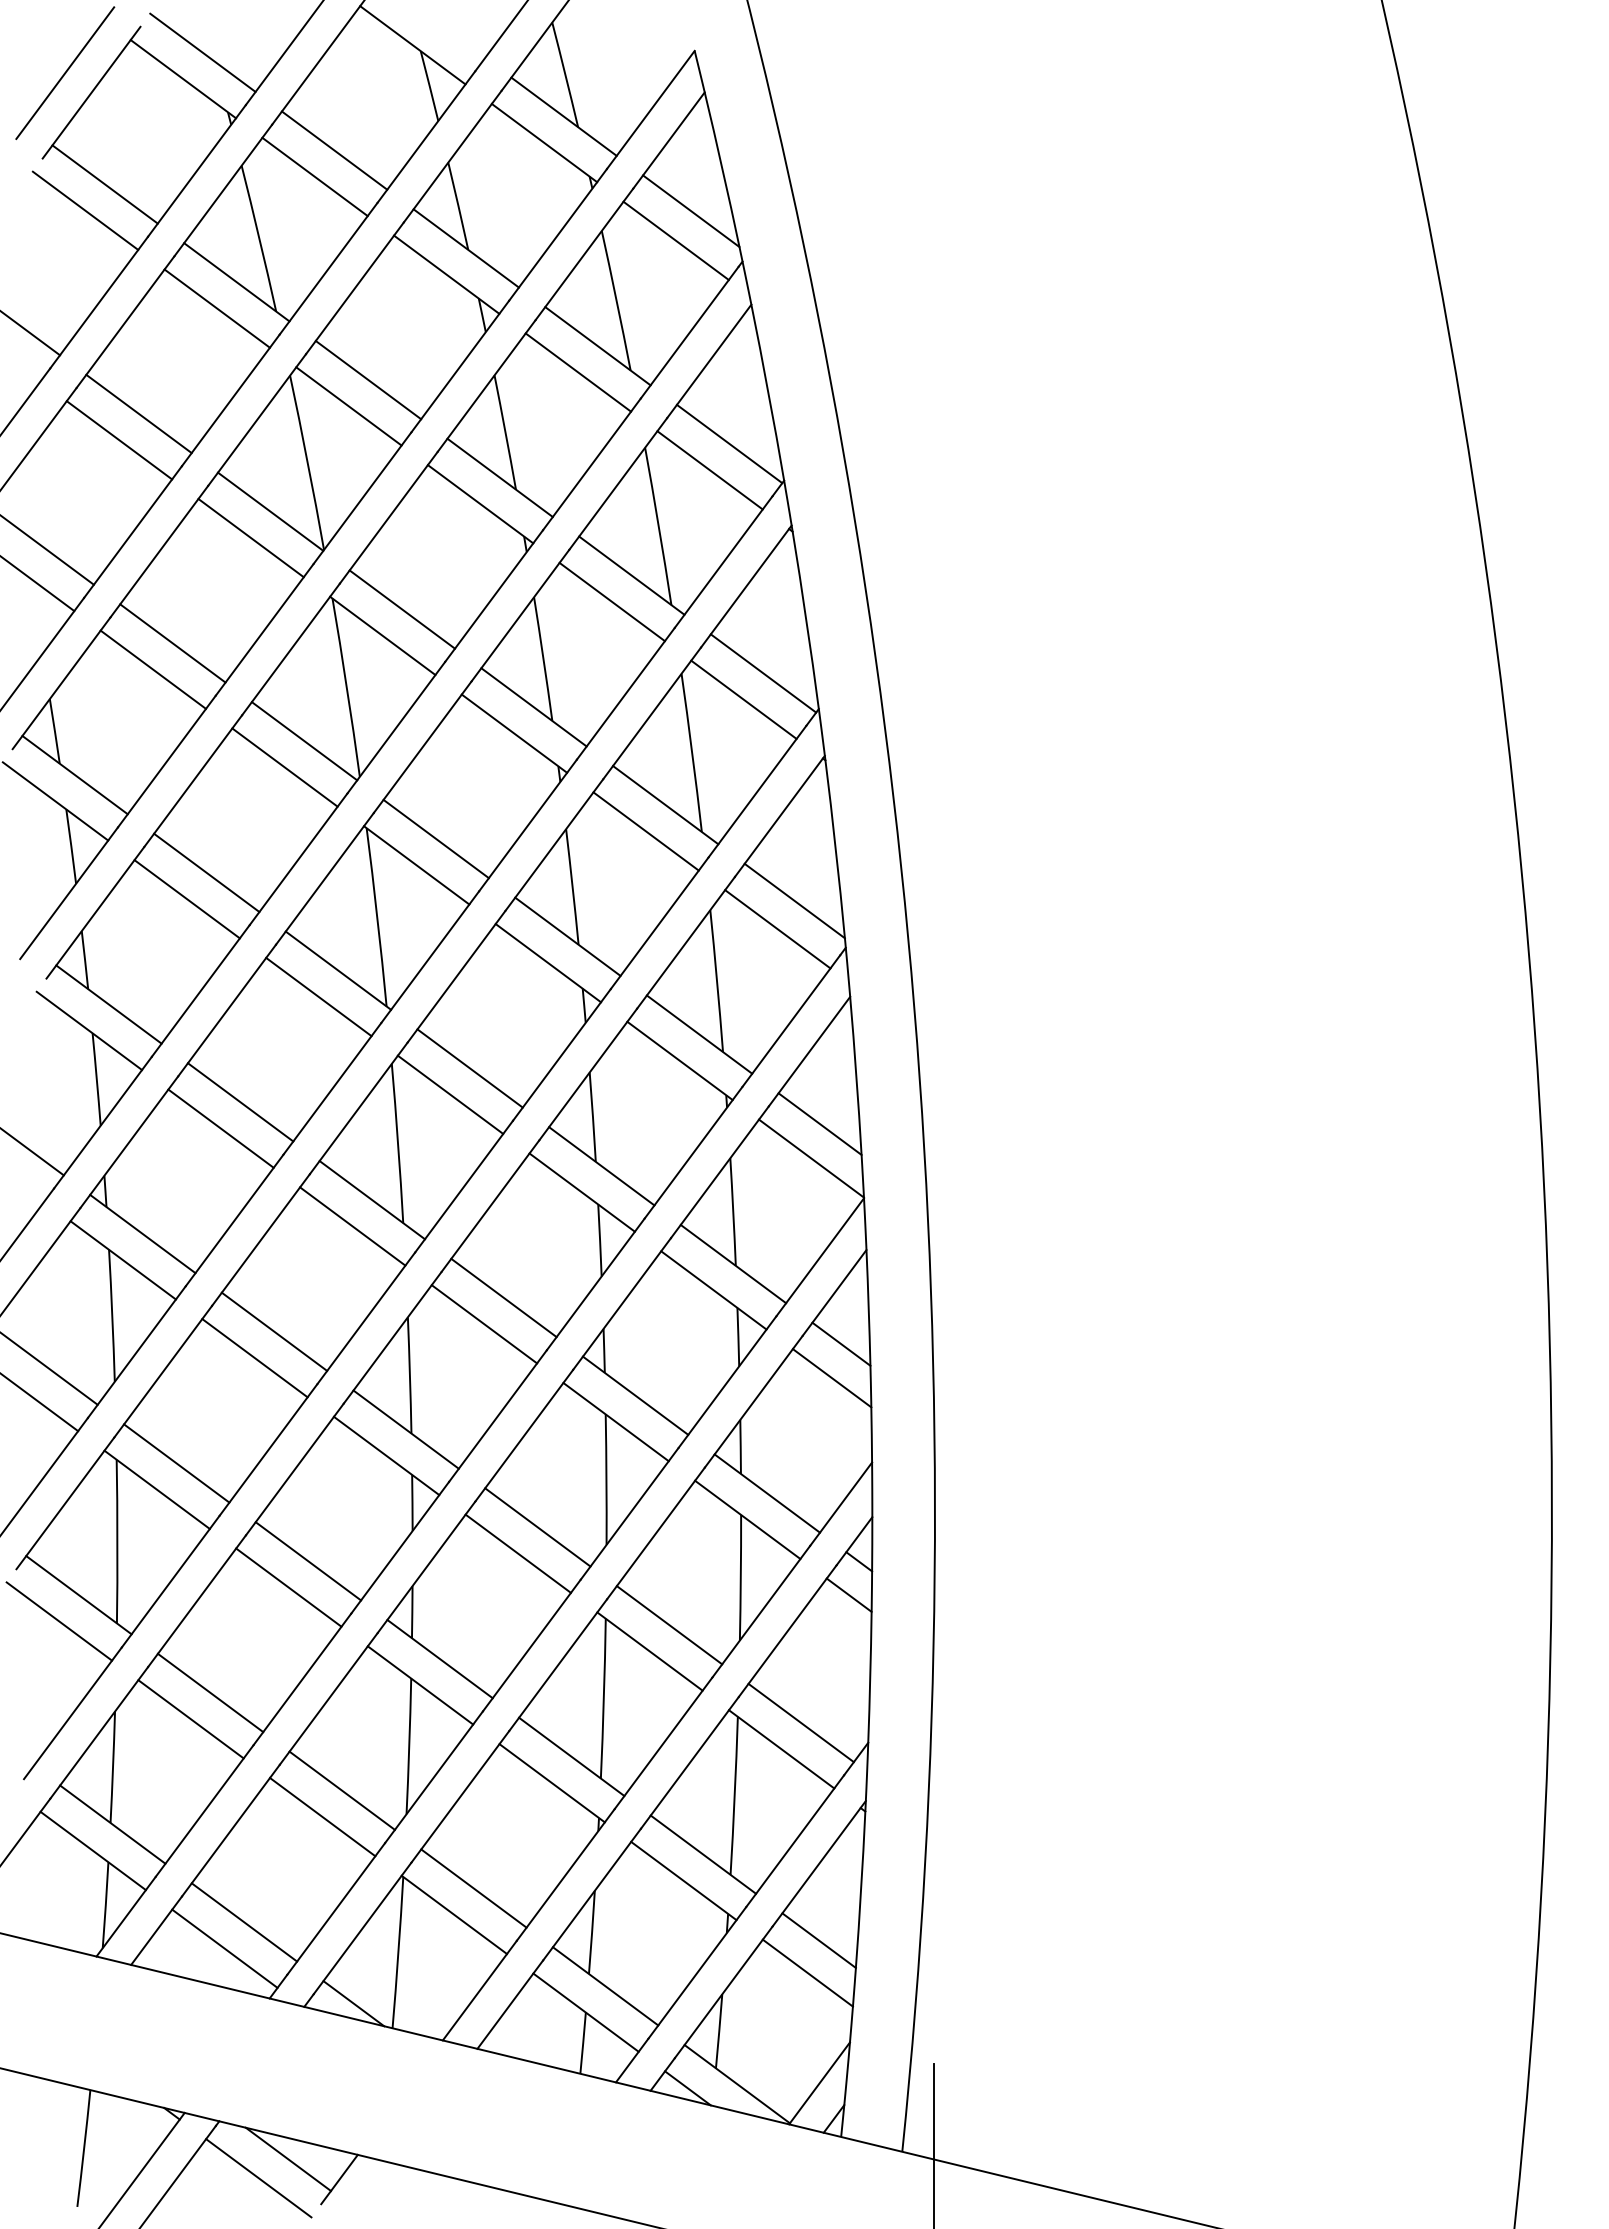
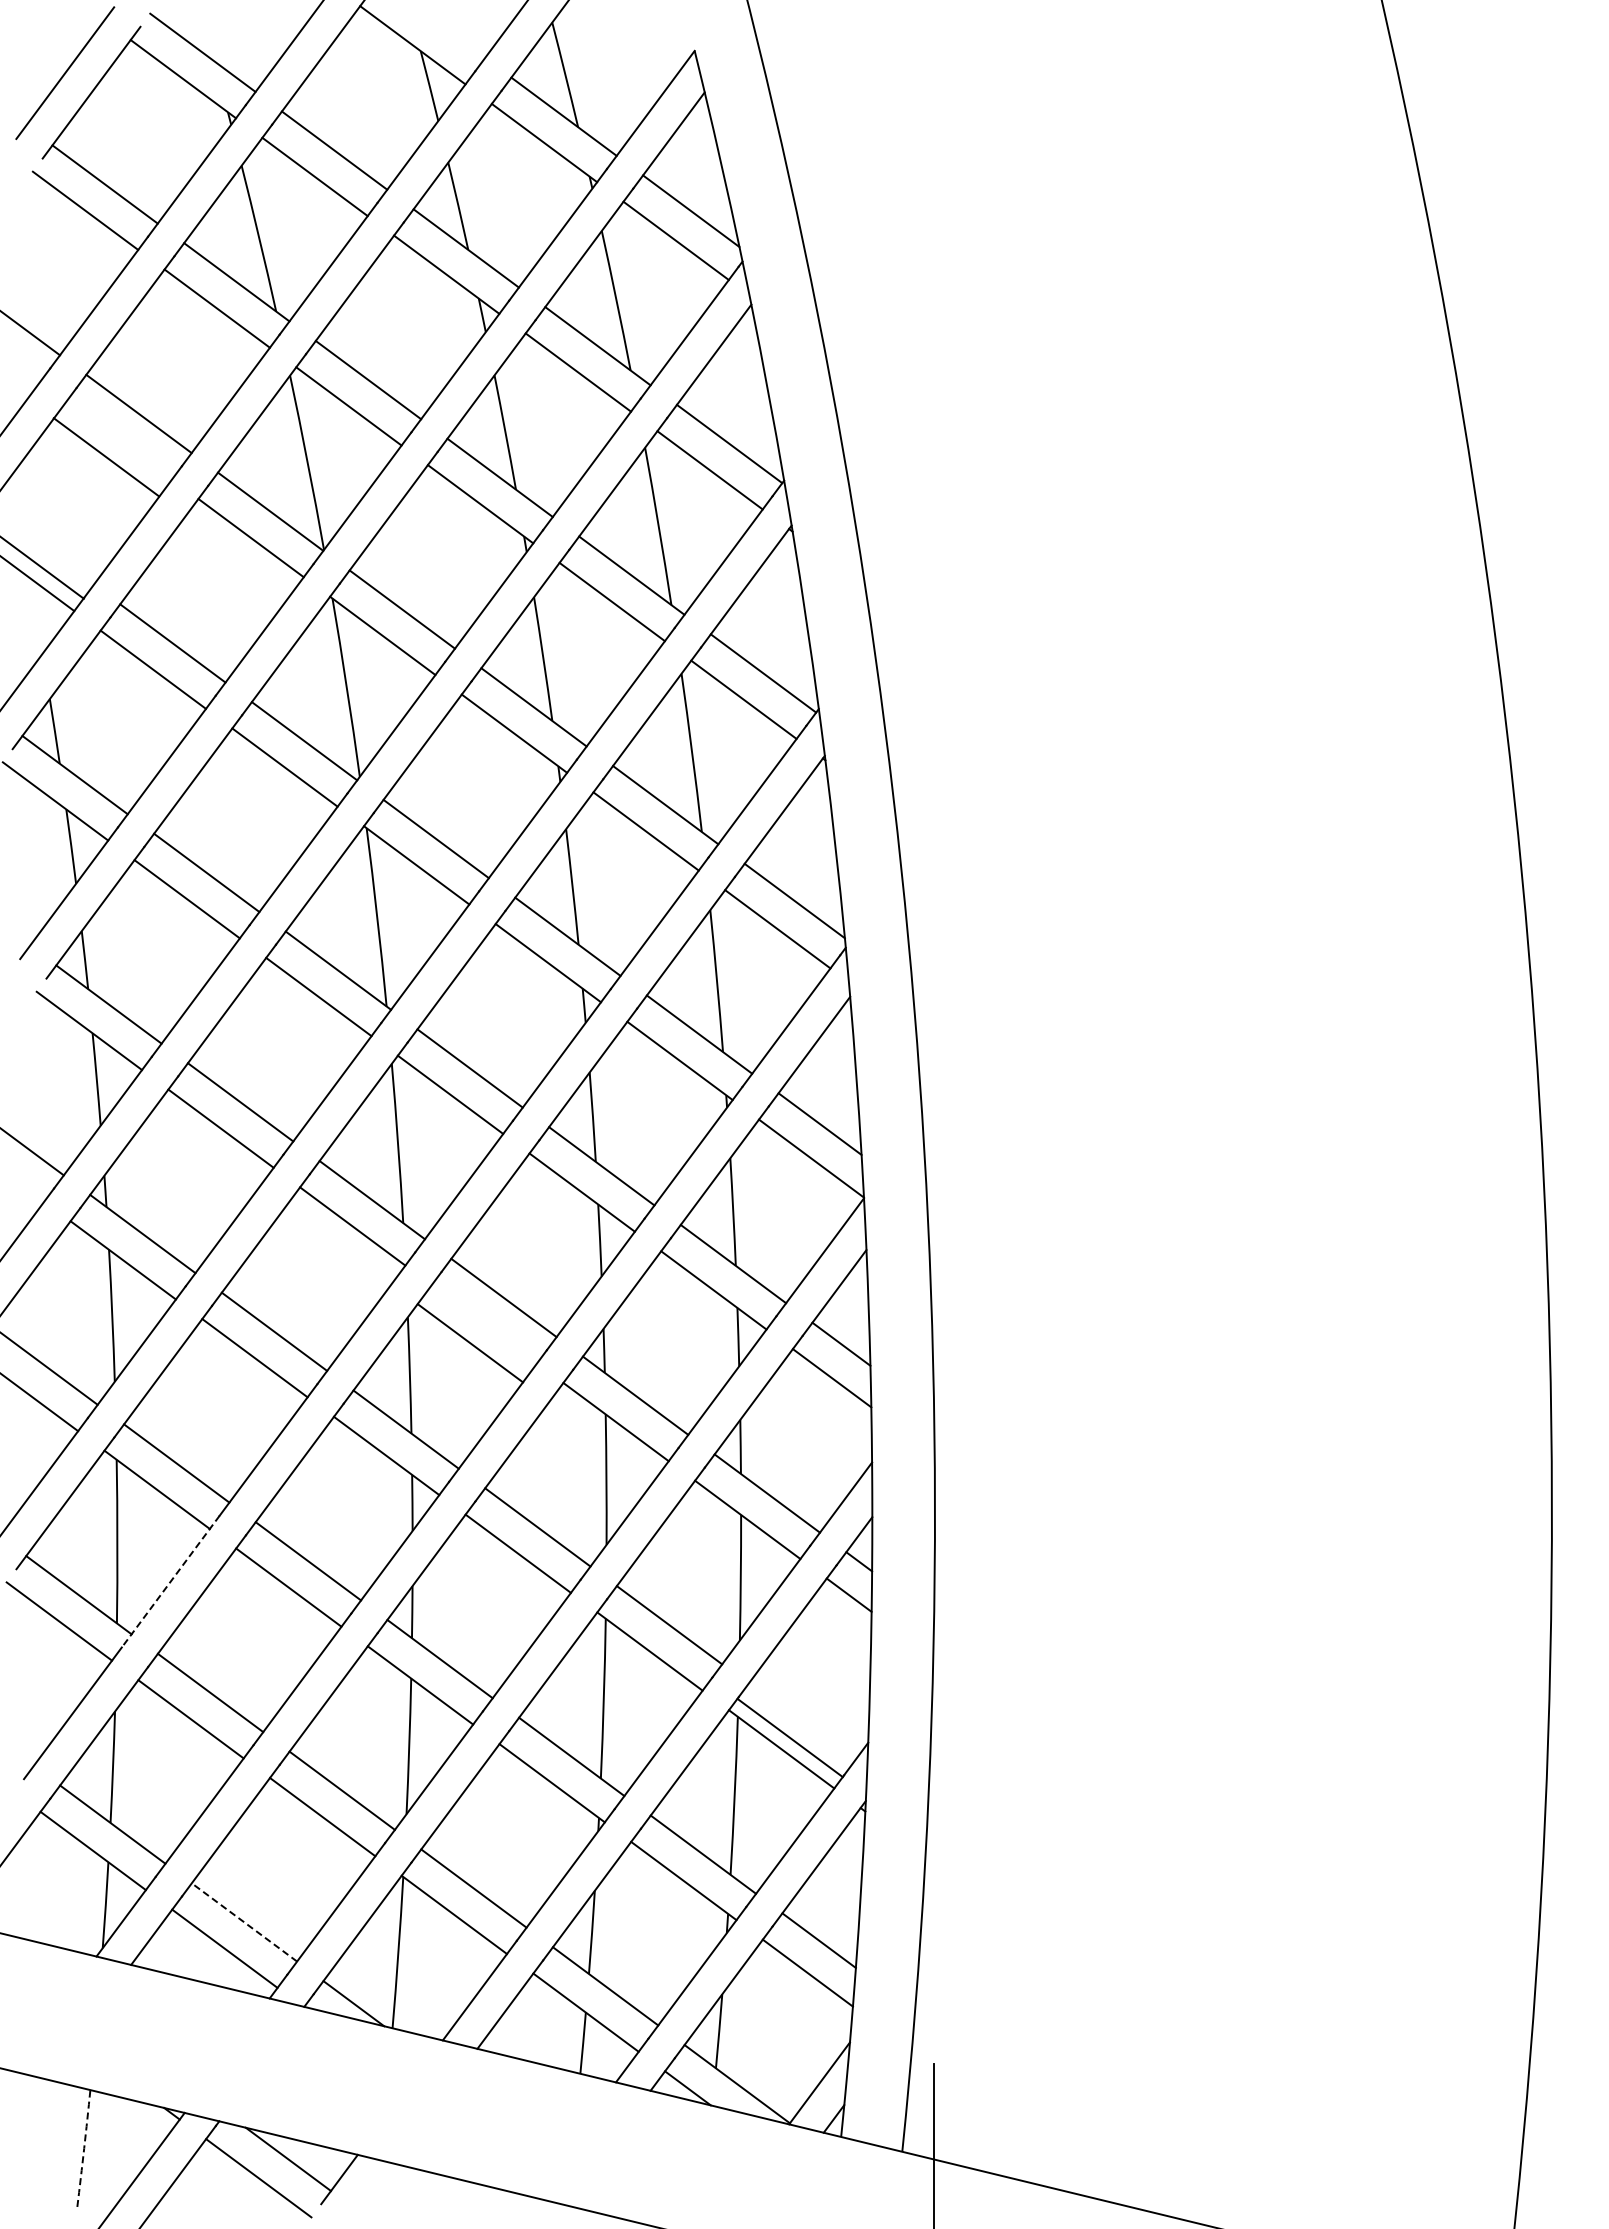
line at (119, 440) position: (119, 440) -> (106, 457)
line at (47, 550) position: (47, 550) -> (42, 568)
line at (484, 1324) position: (484, 1324) -> (470, 1343)
line at (170, 1582): solid -> dashed
line at (800, 1722) position: (800, 1722) -> (789, 1737)
line at (244, 1922): solid -> dashed
arc at (84, 2148): solid -> dashed
